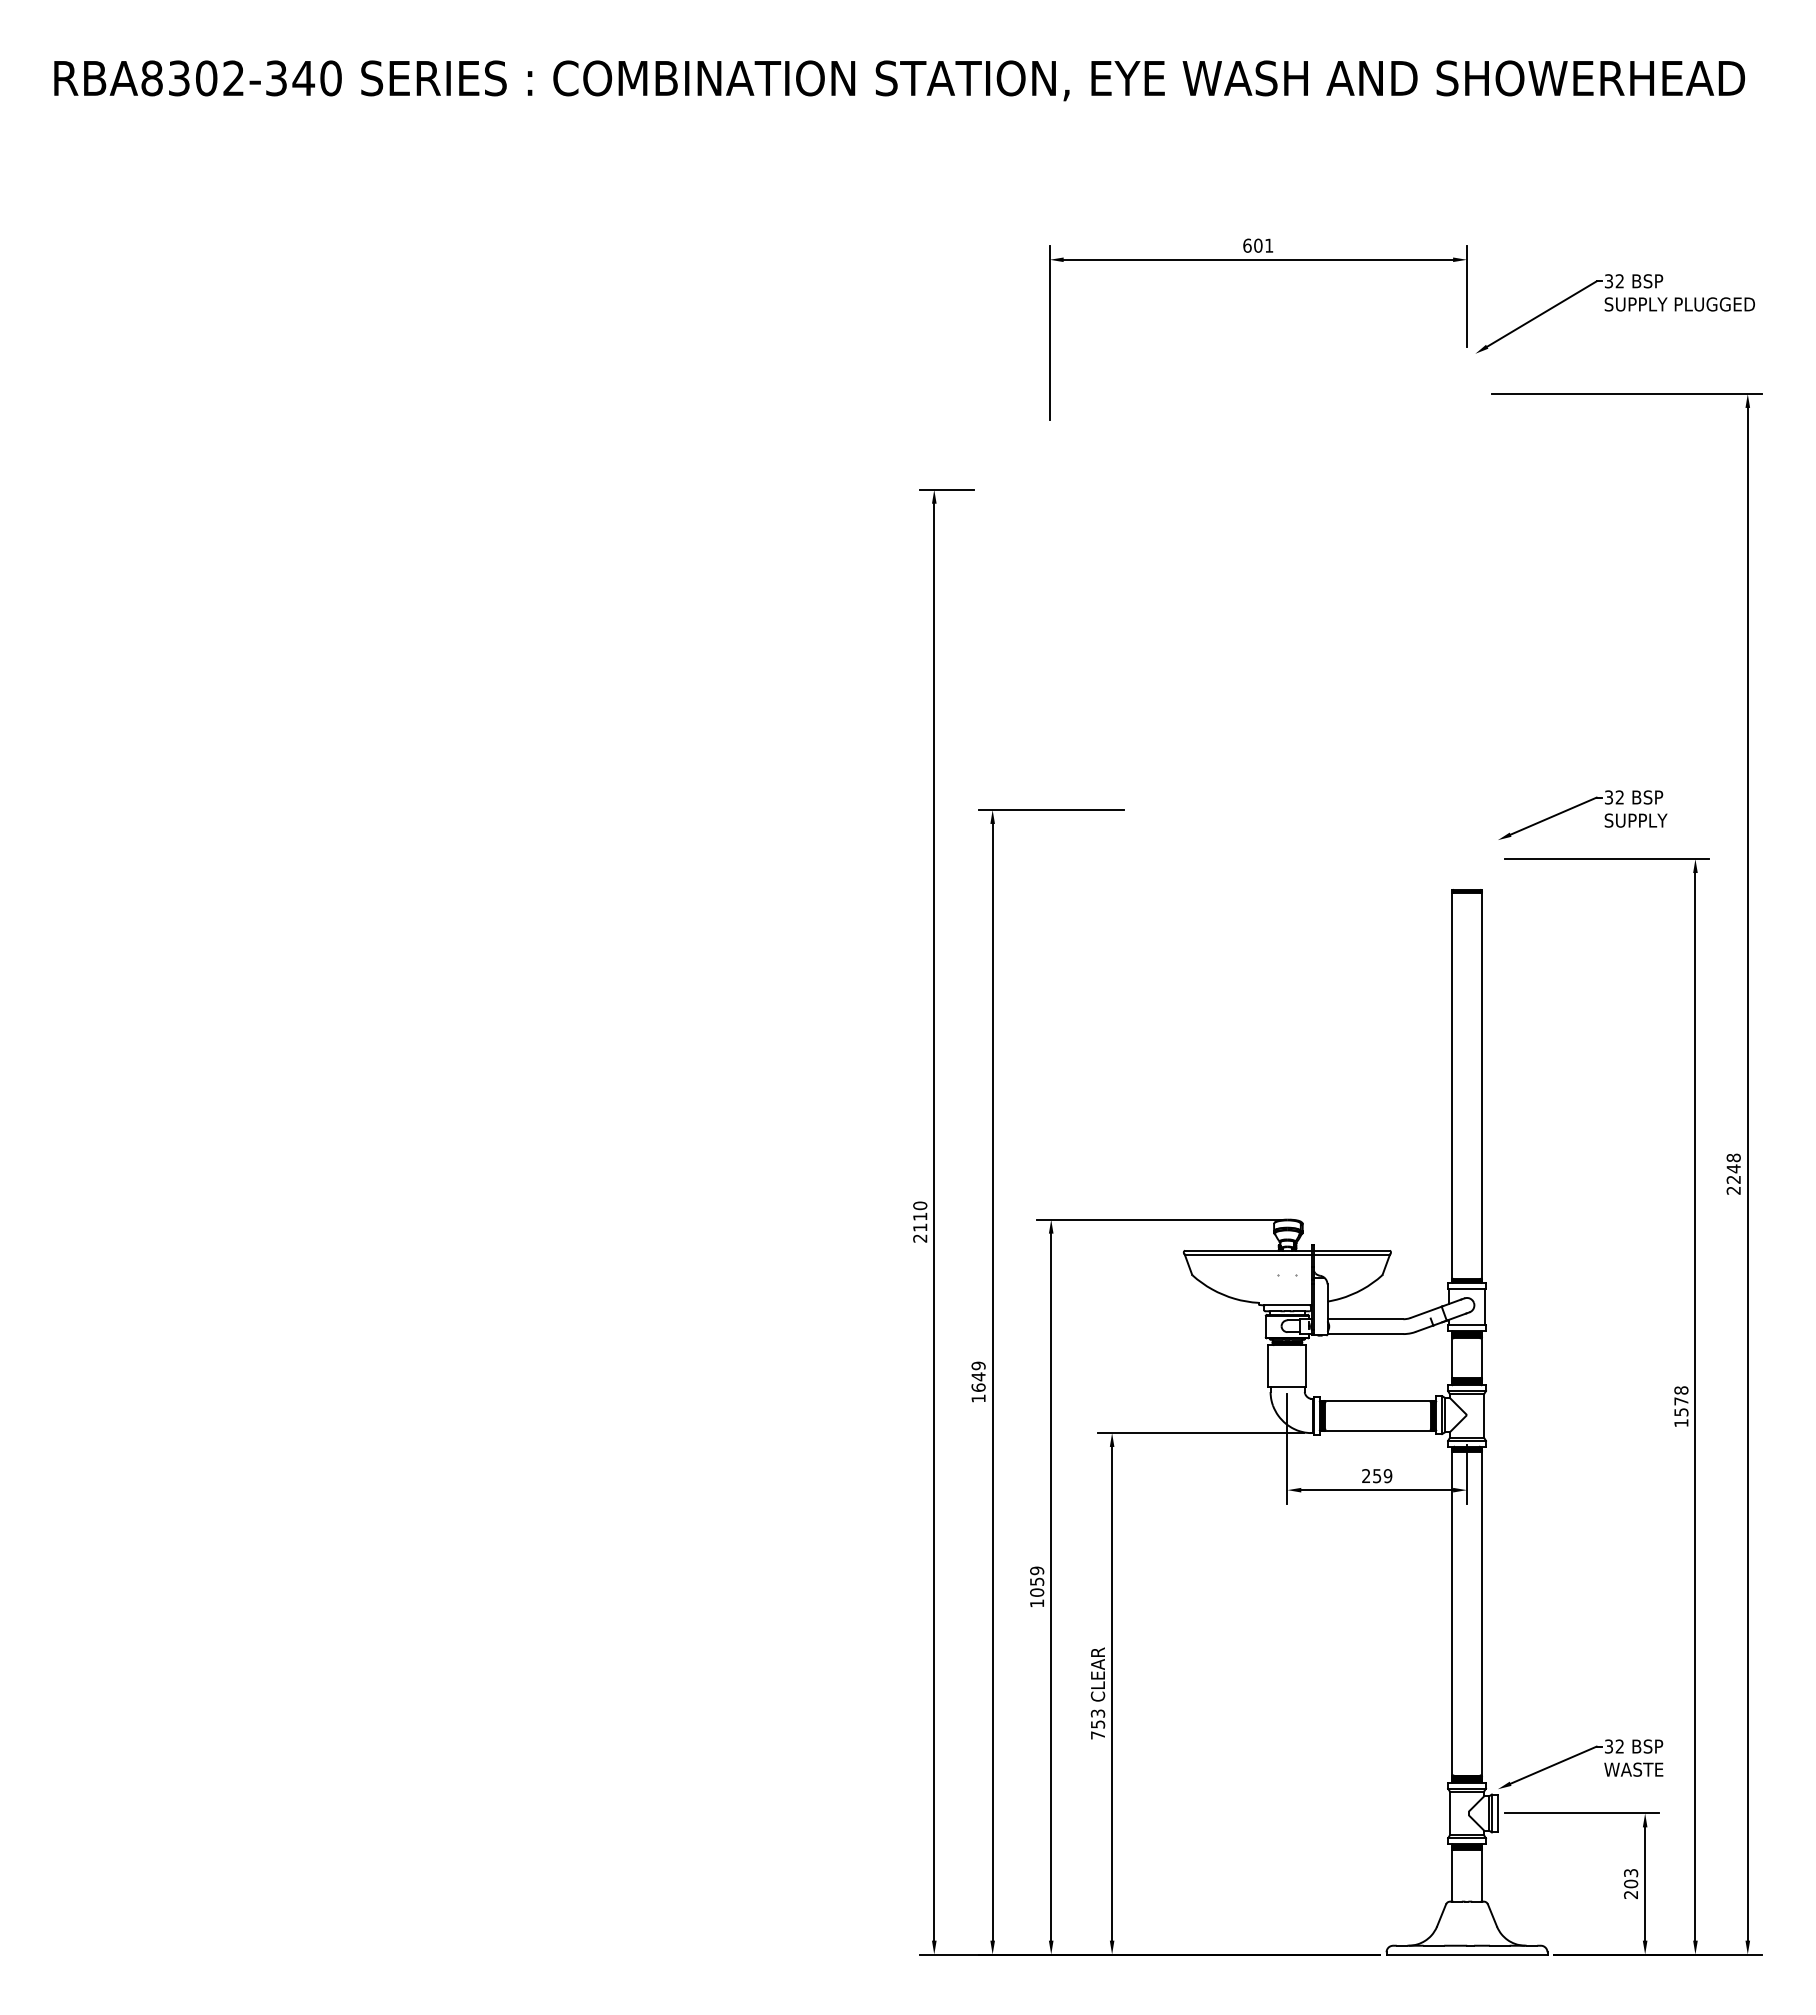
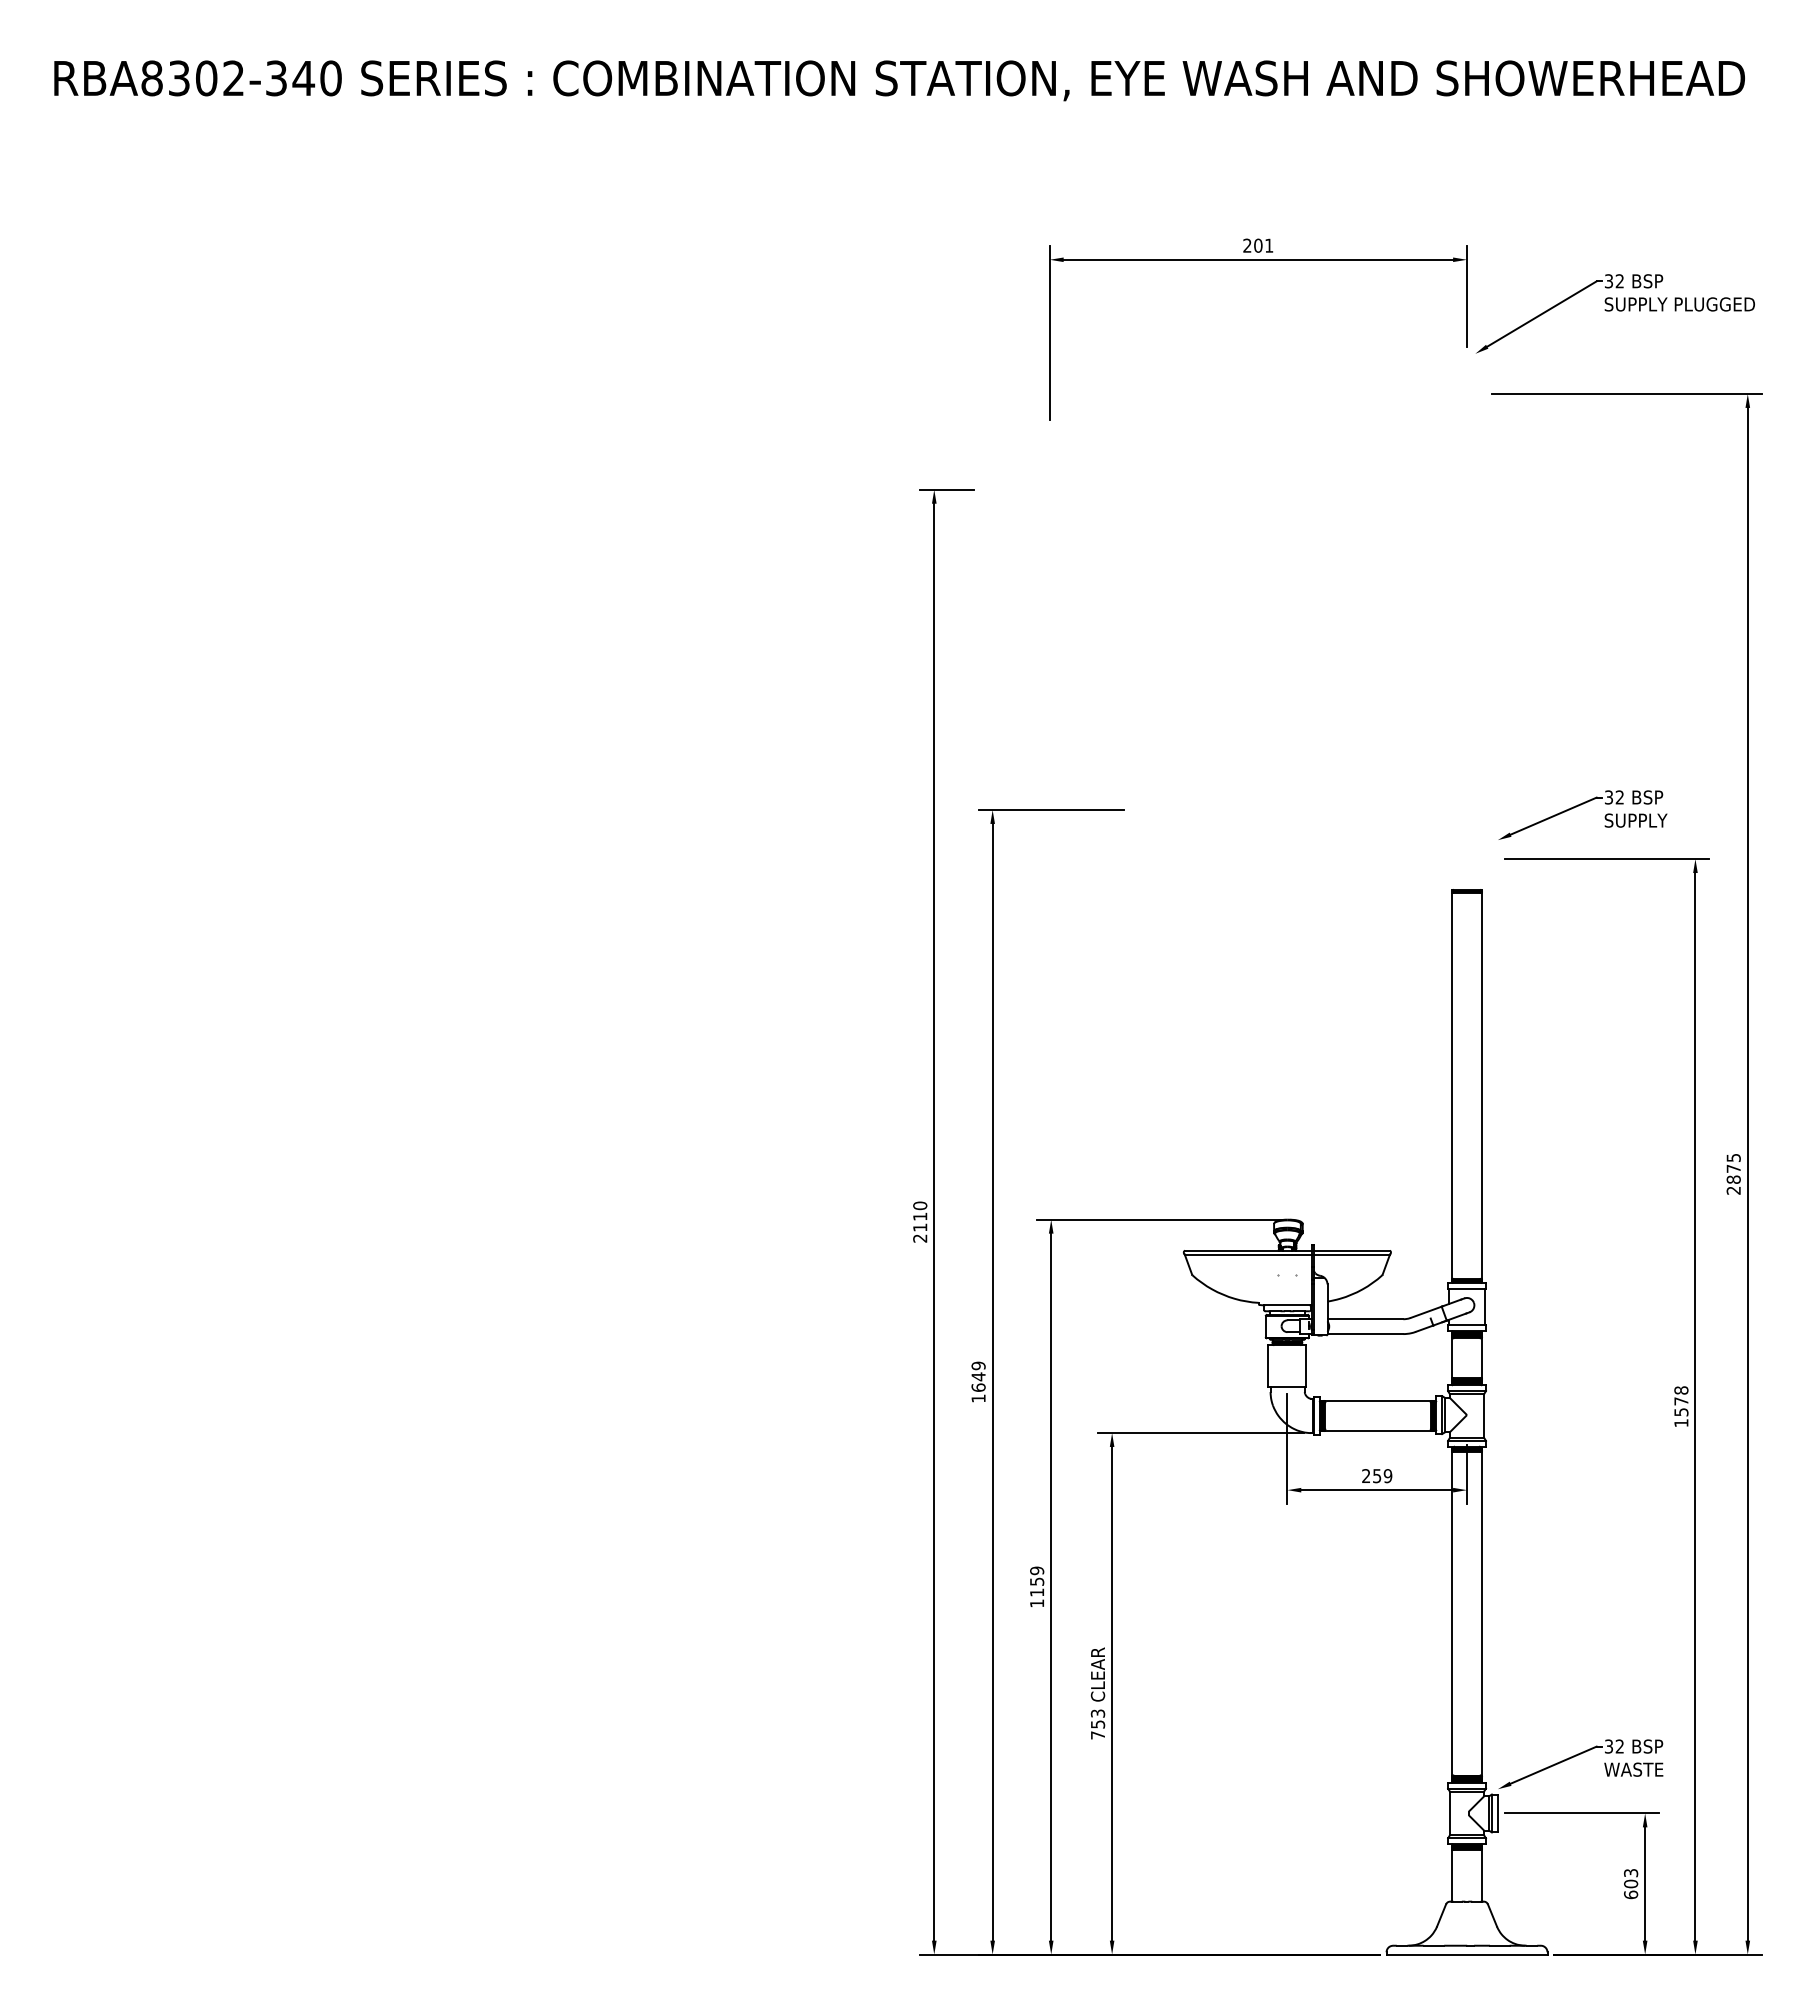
text at (1247, 245): 601 -> 201
text at (1733, 1168): 2248 -> 2875
text at (1037, 1592): 1059 -> 1159
text at (1631, 1894): 203 -> 603
